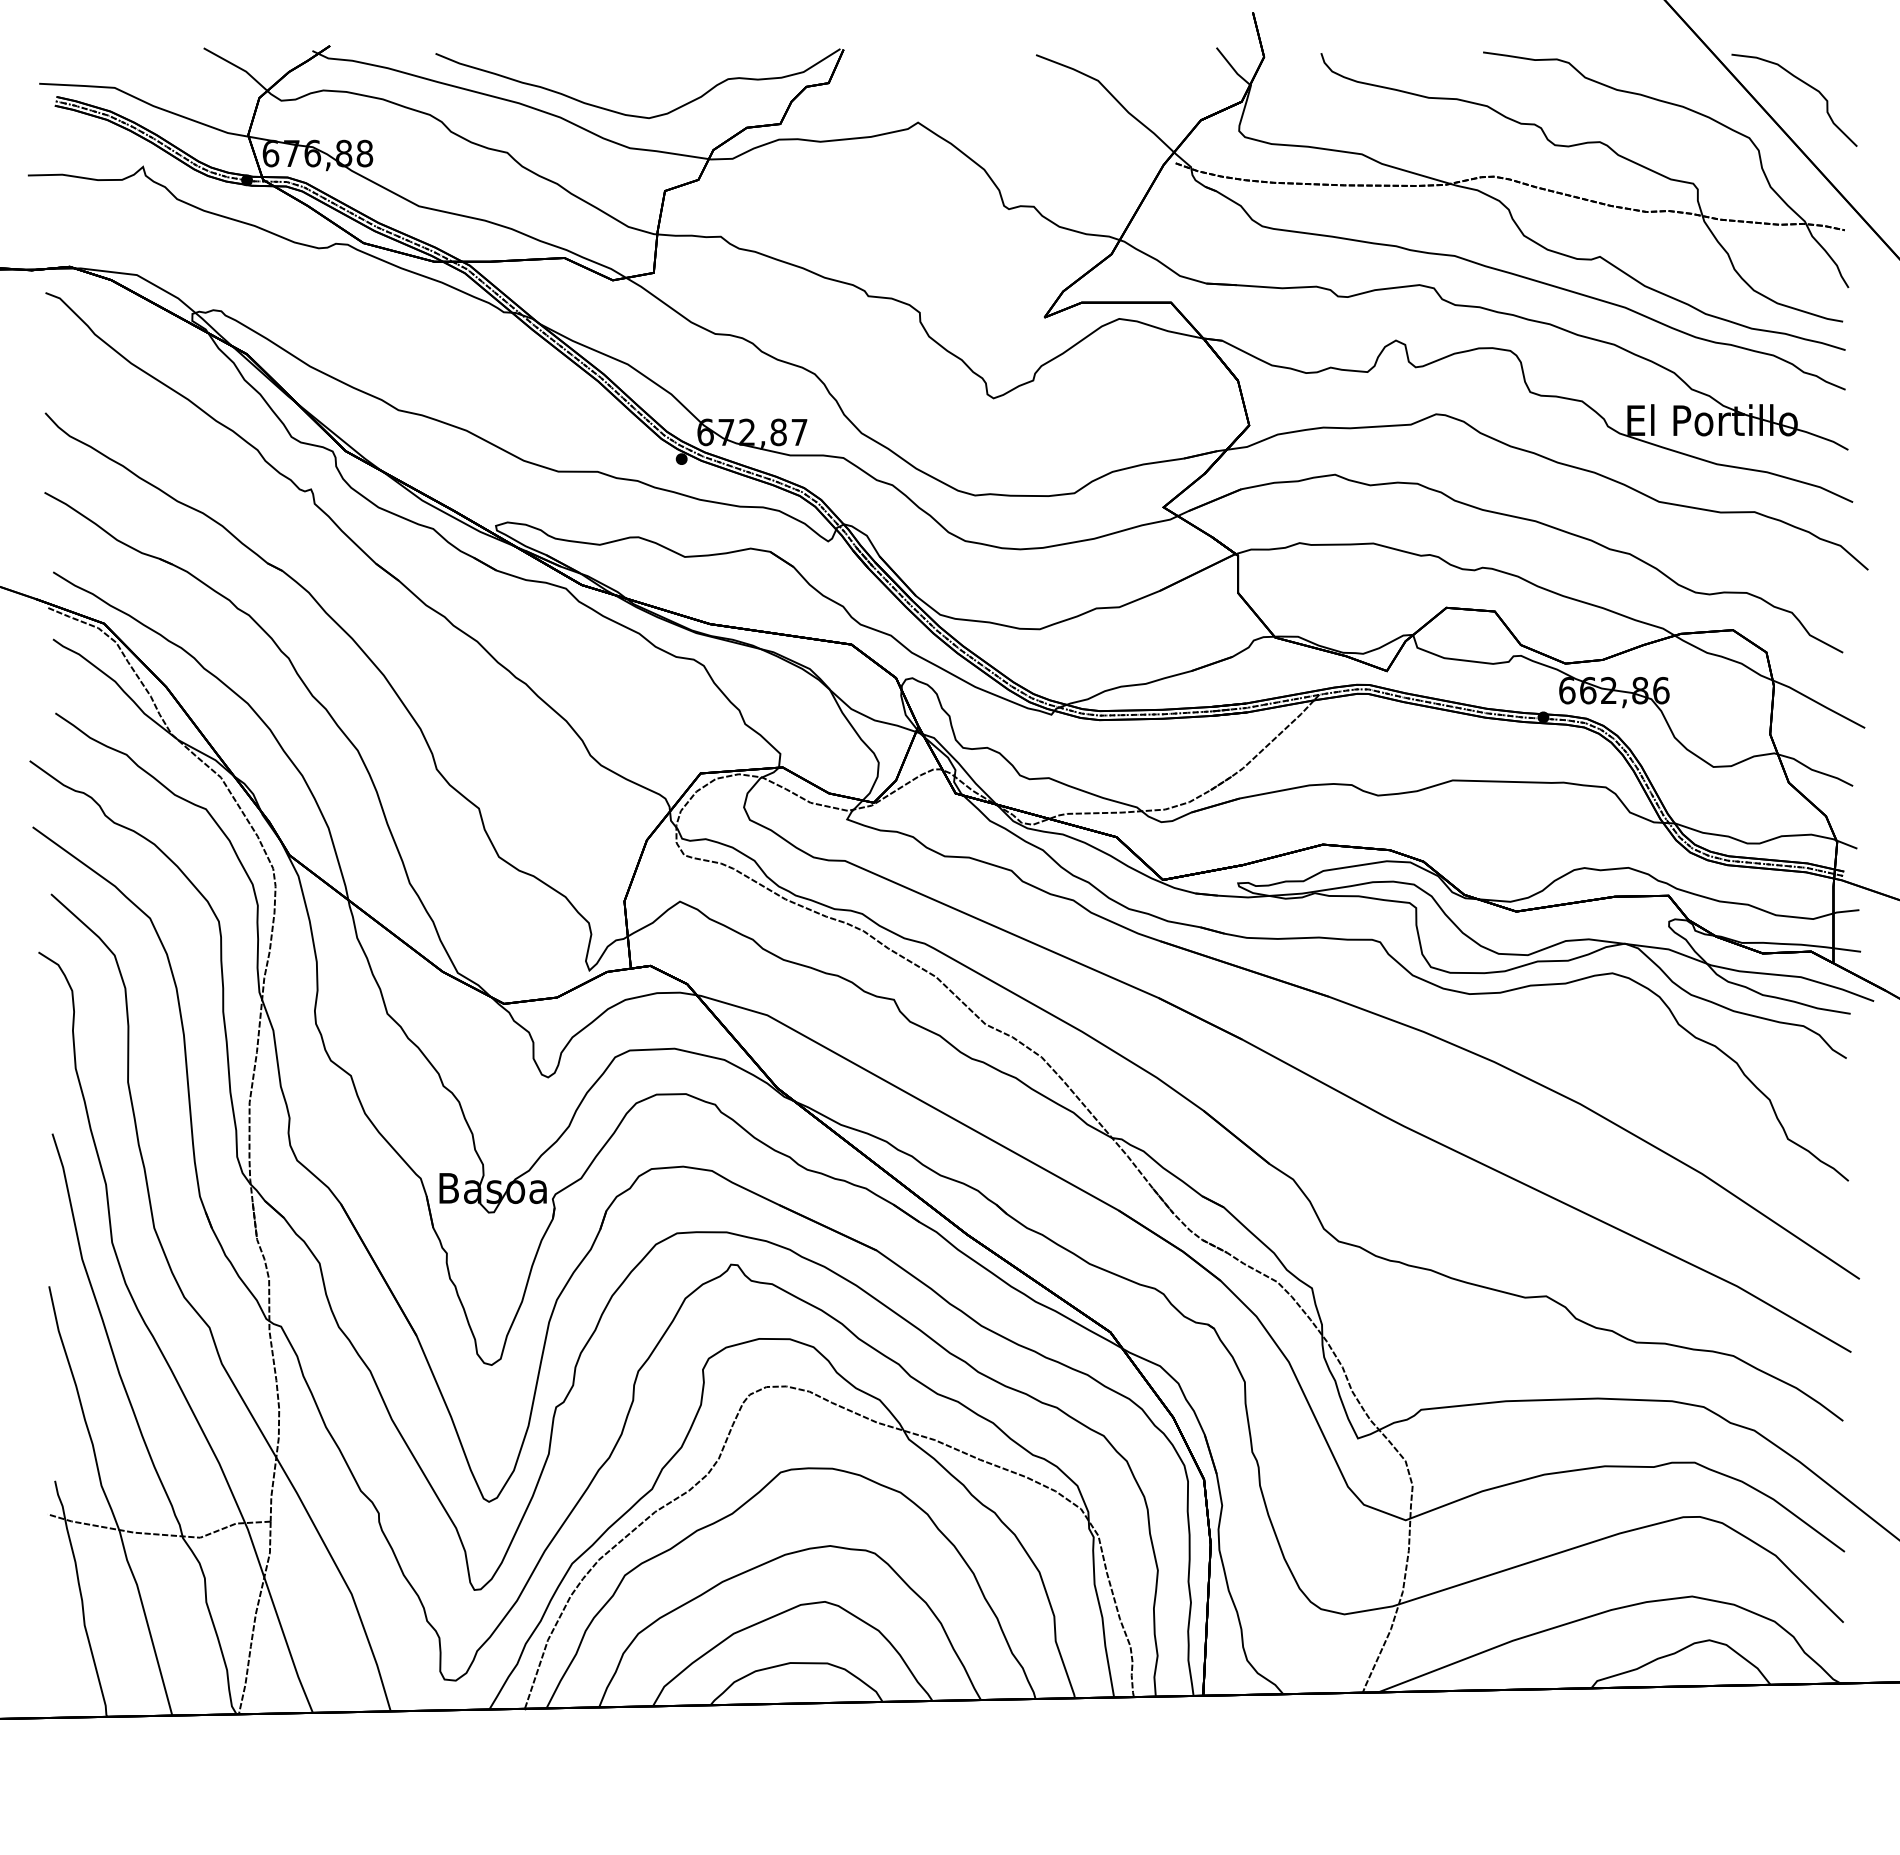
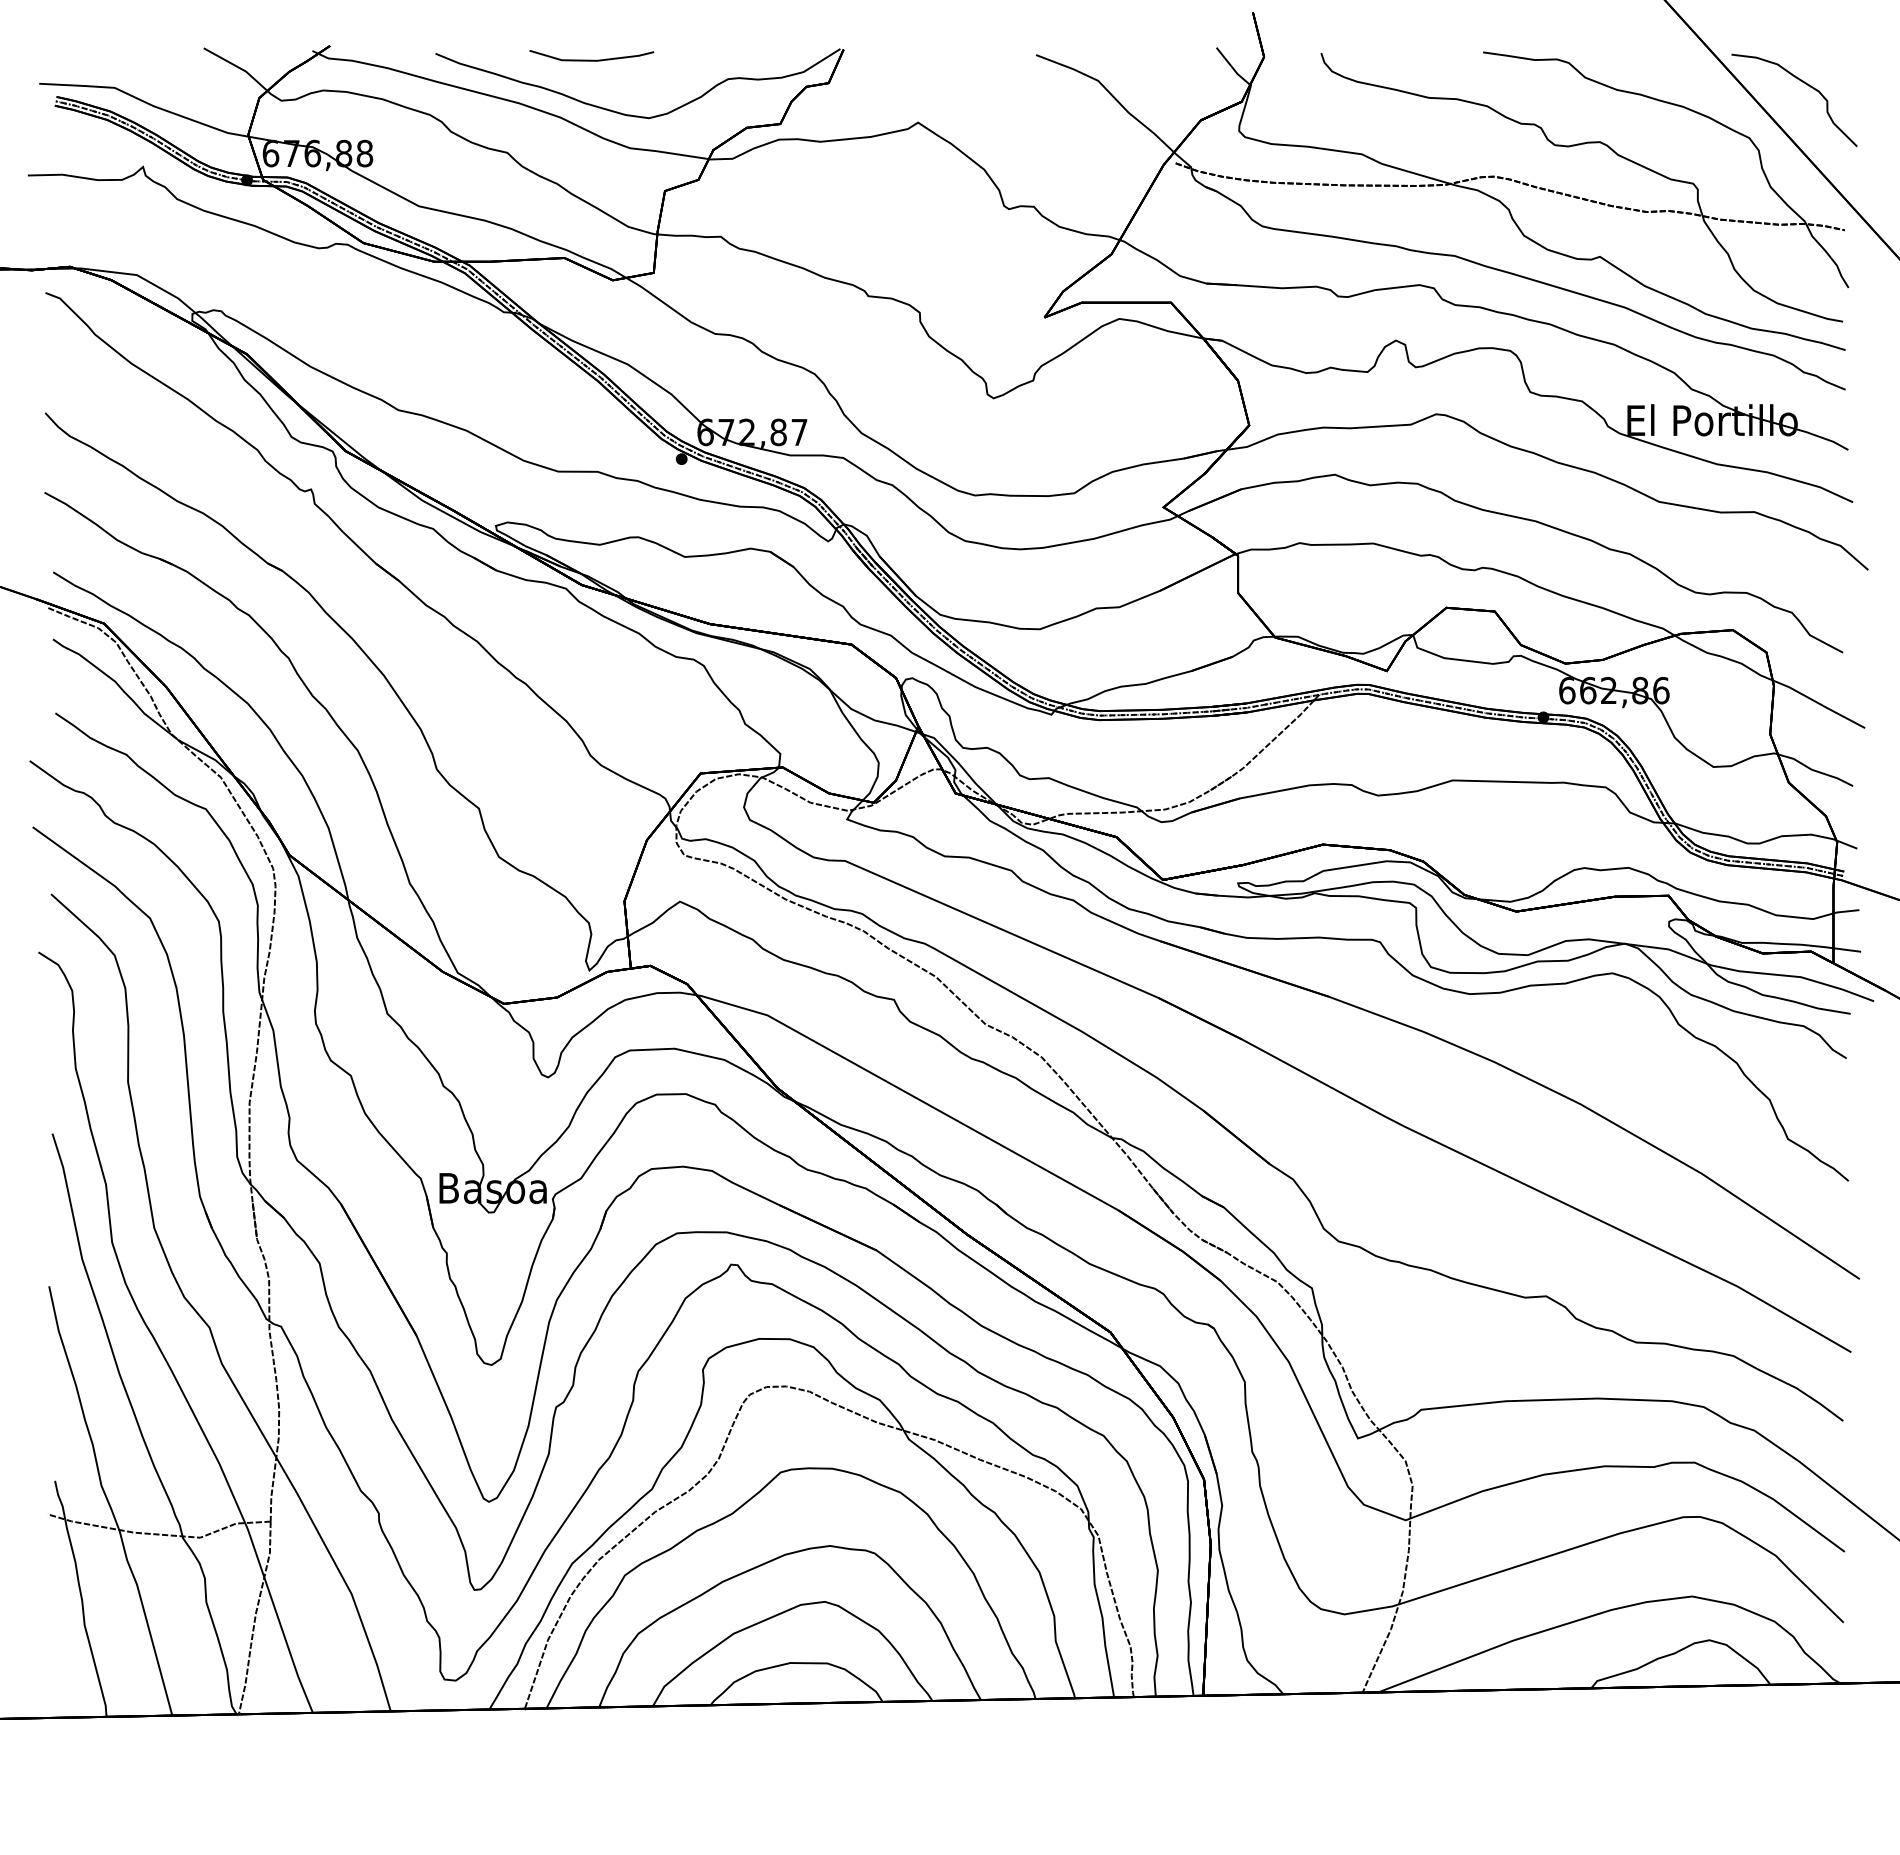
line at (591, 59): none -> present
